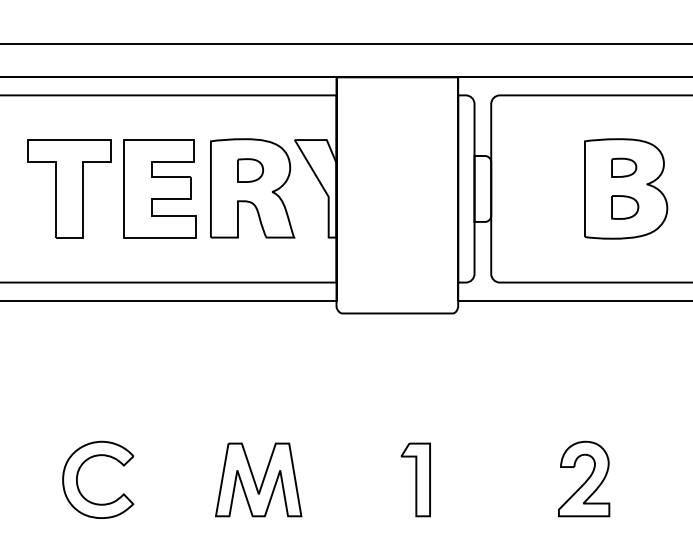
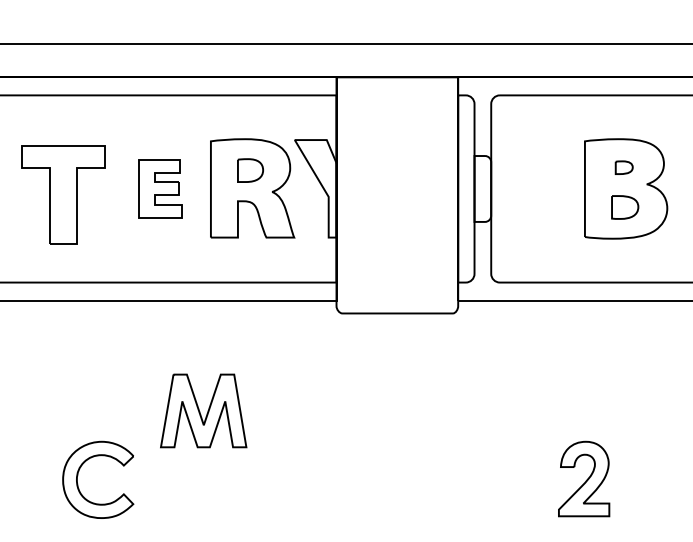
part at (624, 167) size: 27x21 px -> 20x15 px
part at (69, 188) position: (69, 188) -> (63, 194)
part at (159, 188) size: 74x100 px -> 45x60 px
part at (258, 479) position: (258, 479) -> (203, 410)
part at (415, 479): present -> none
